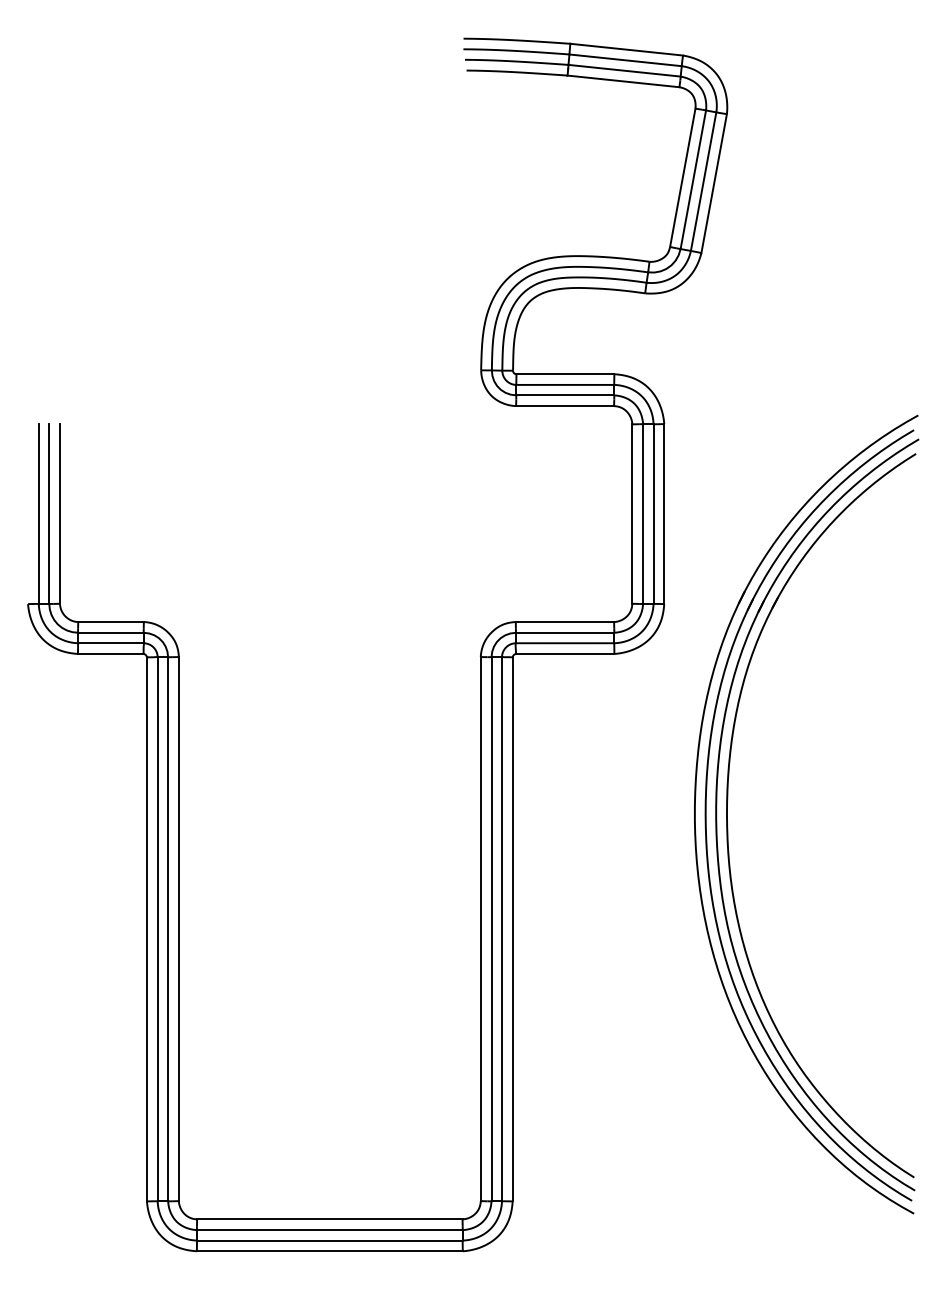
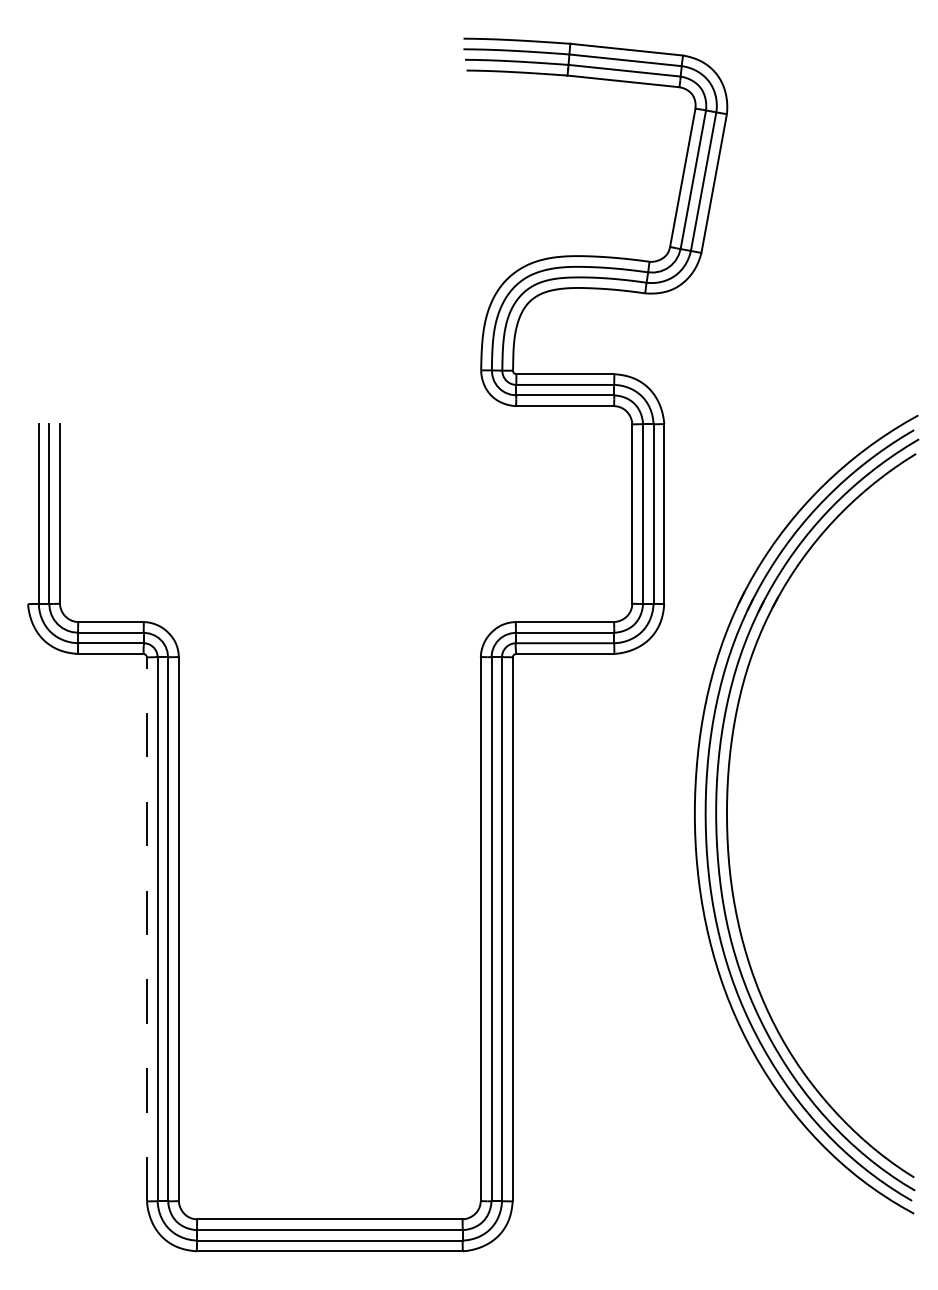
line at (146, 928): solid -> dashed
